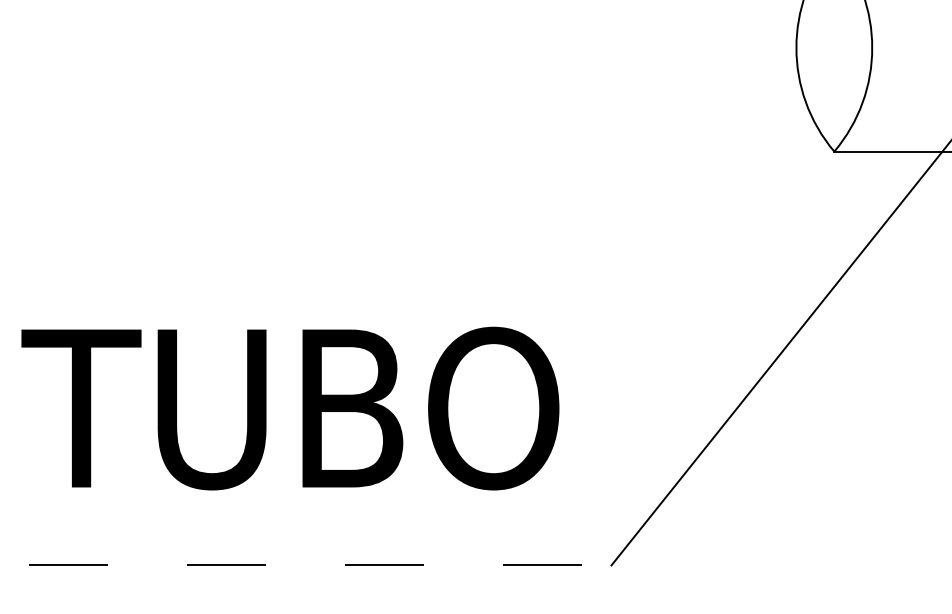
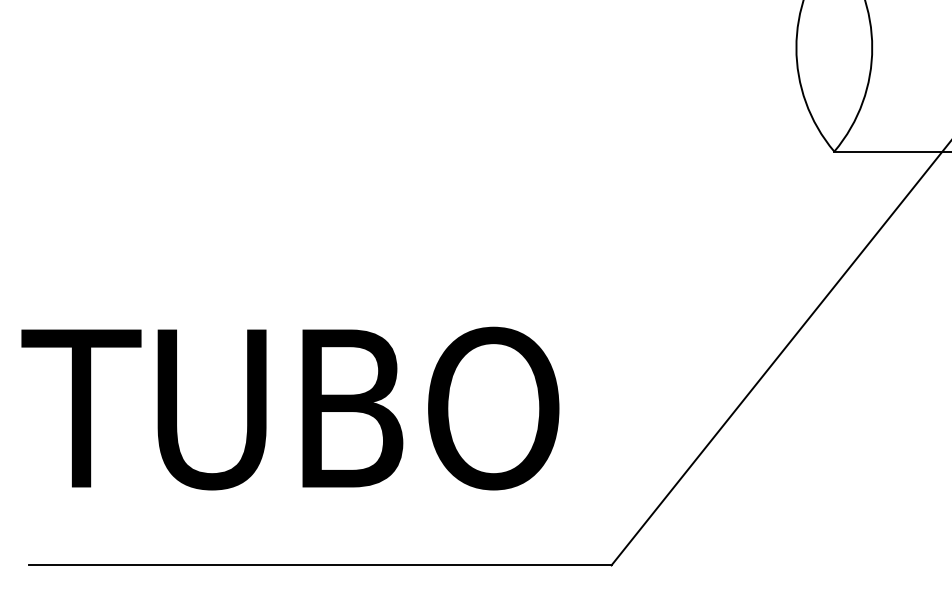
line at (320, 565): dashed -> solid
